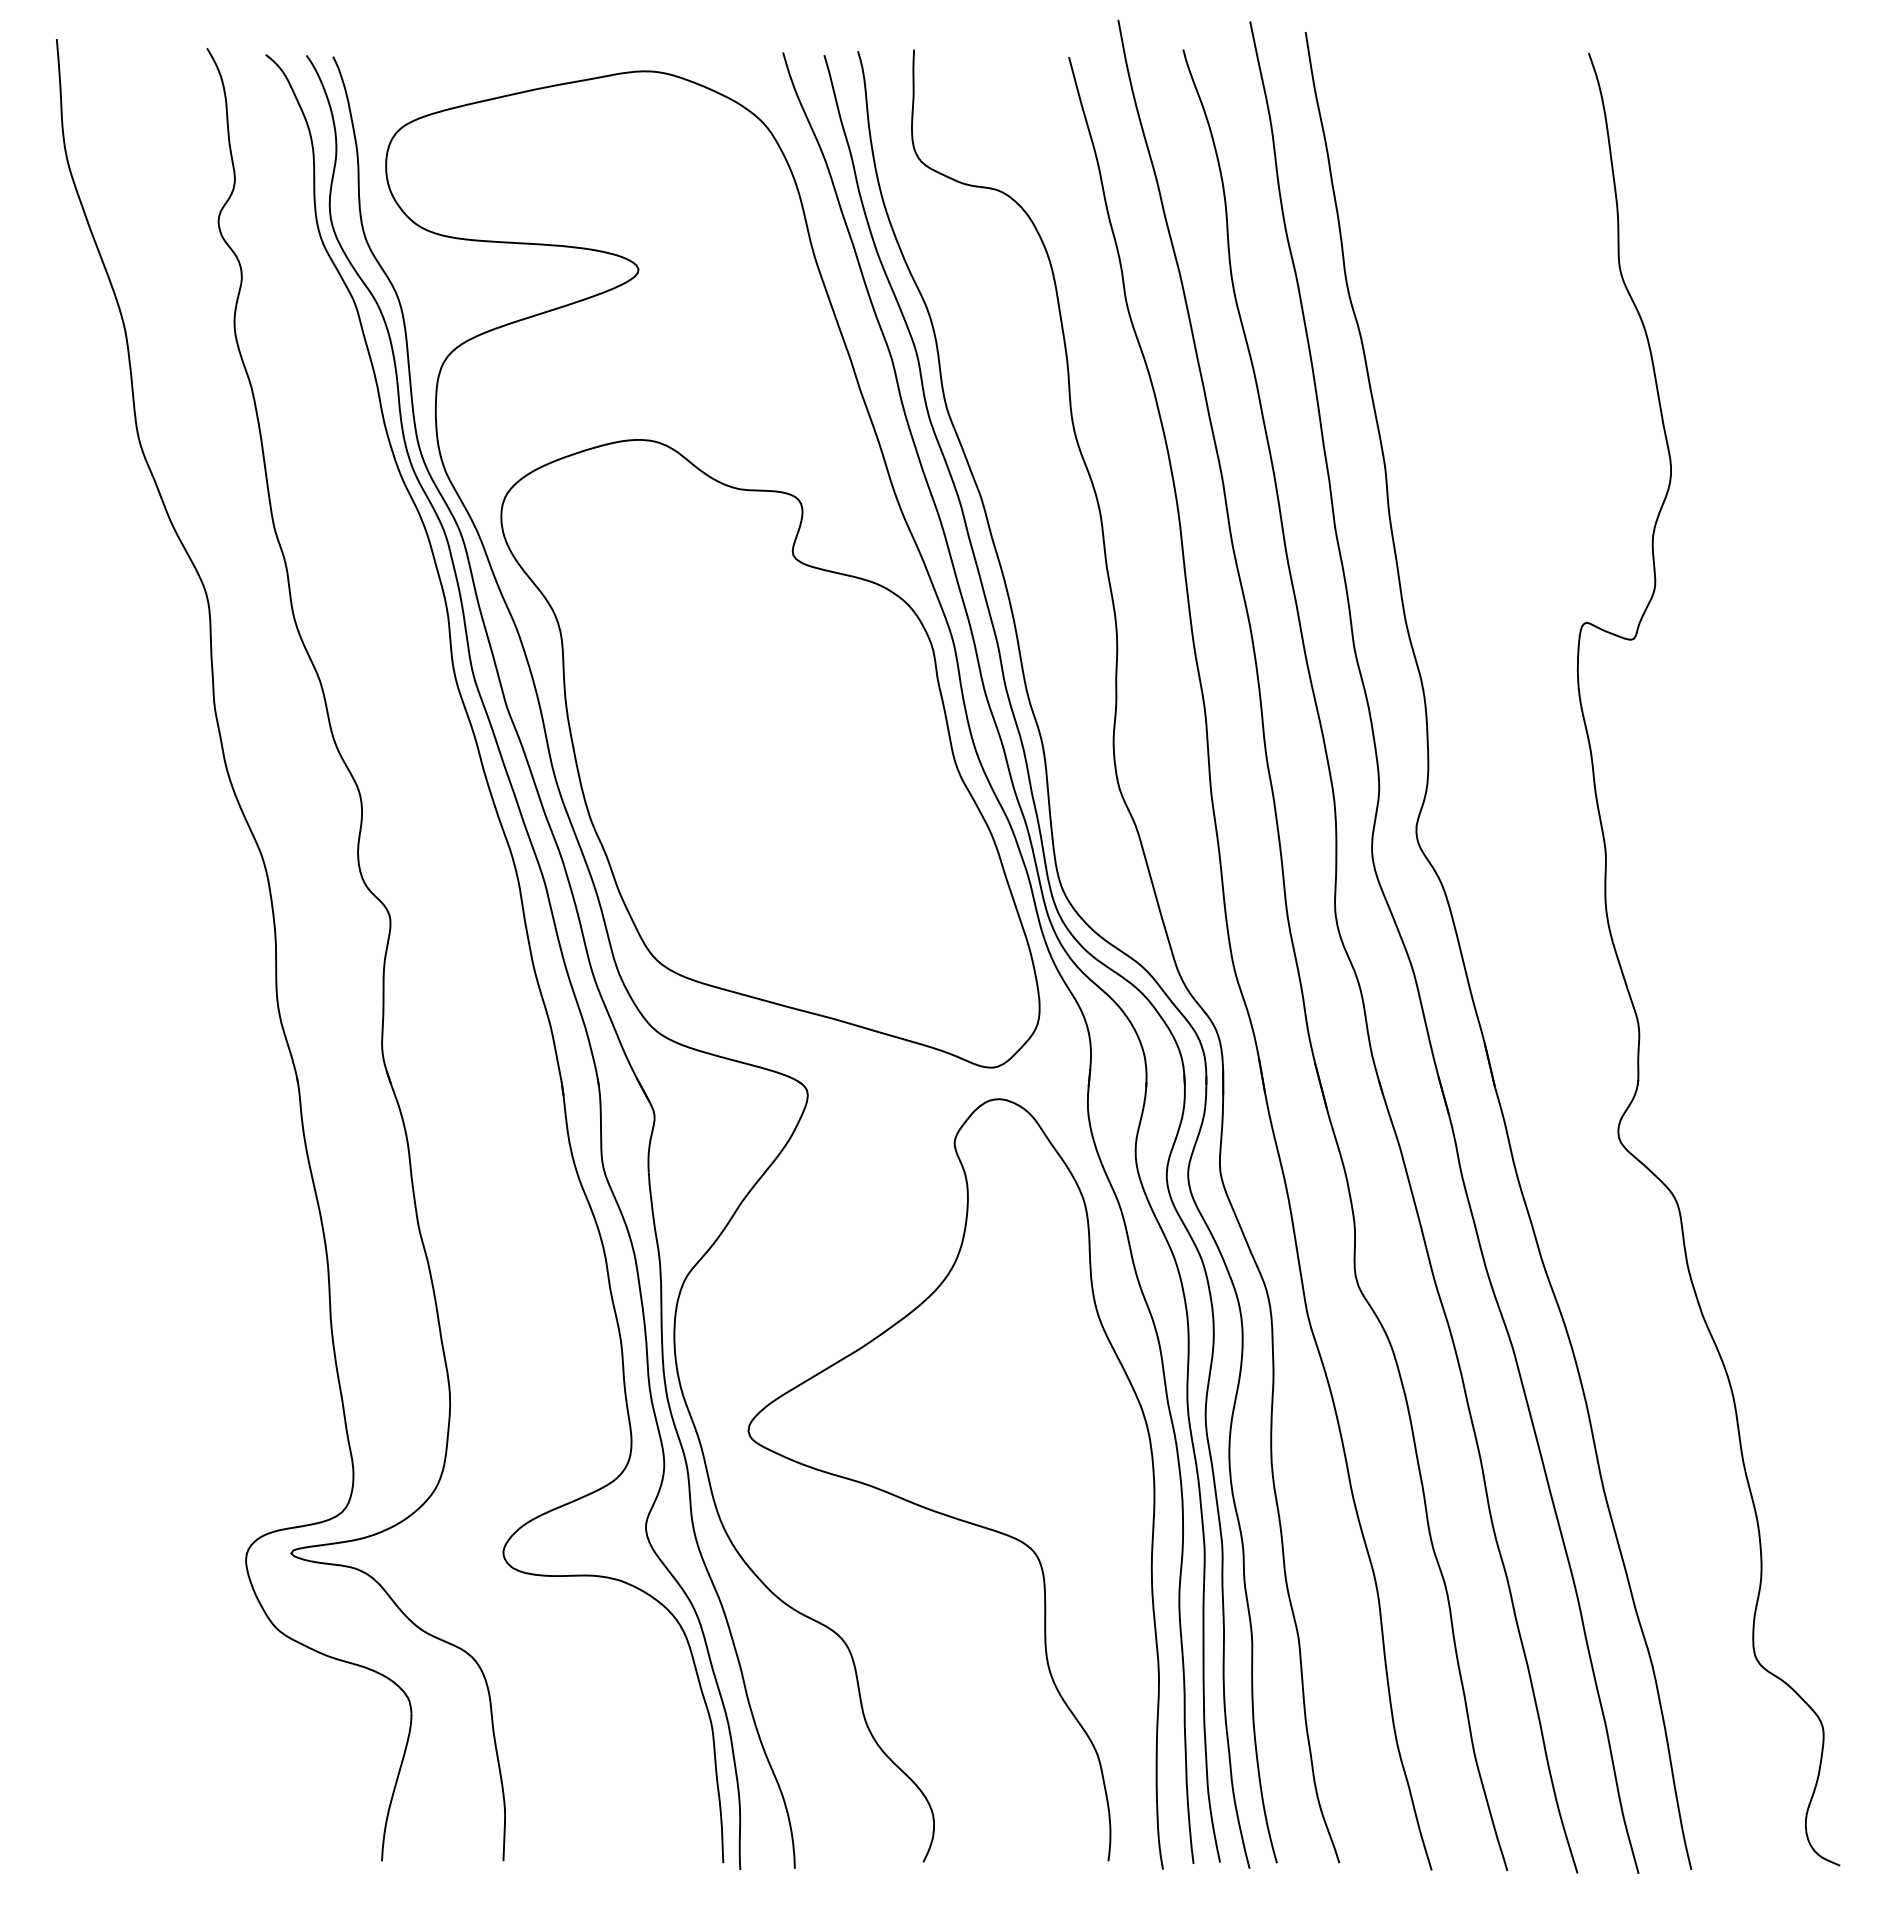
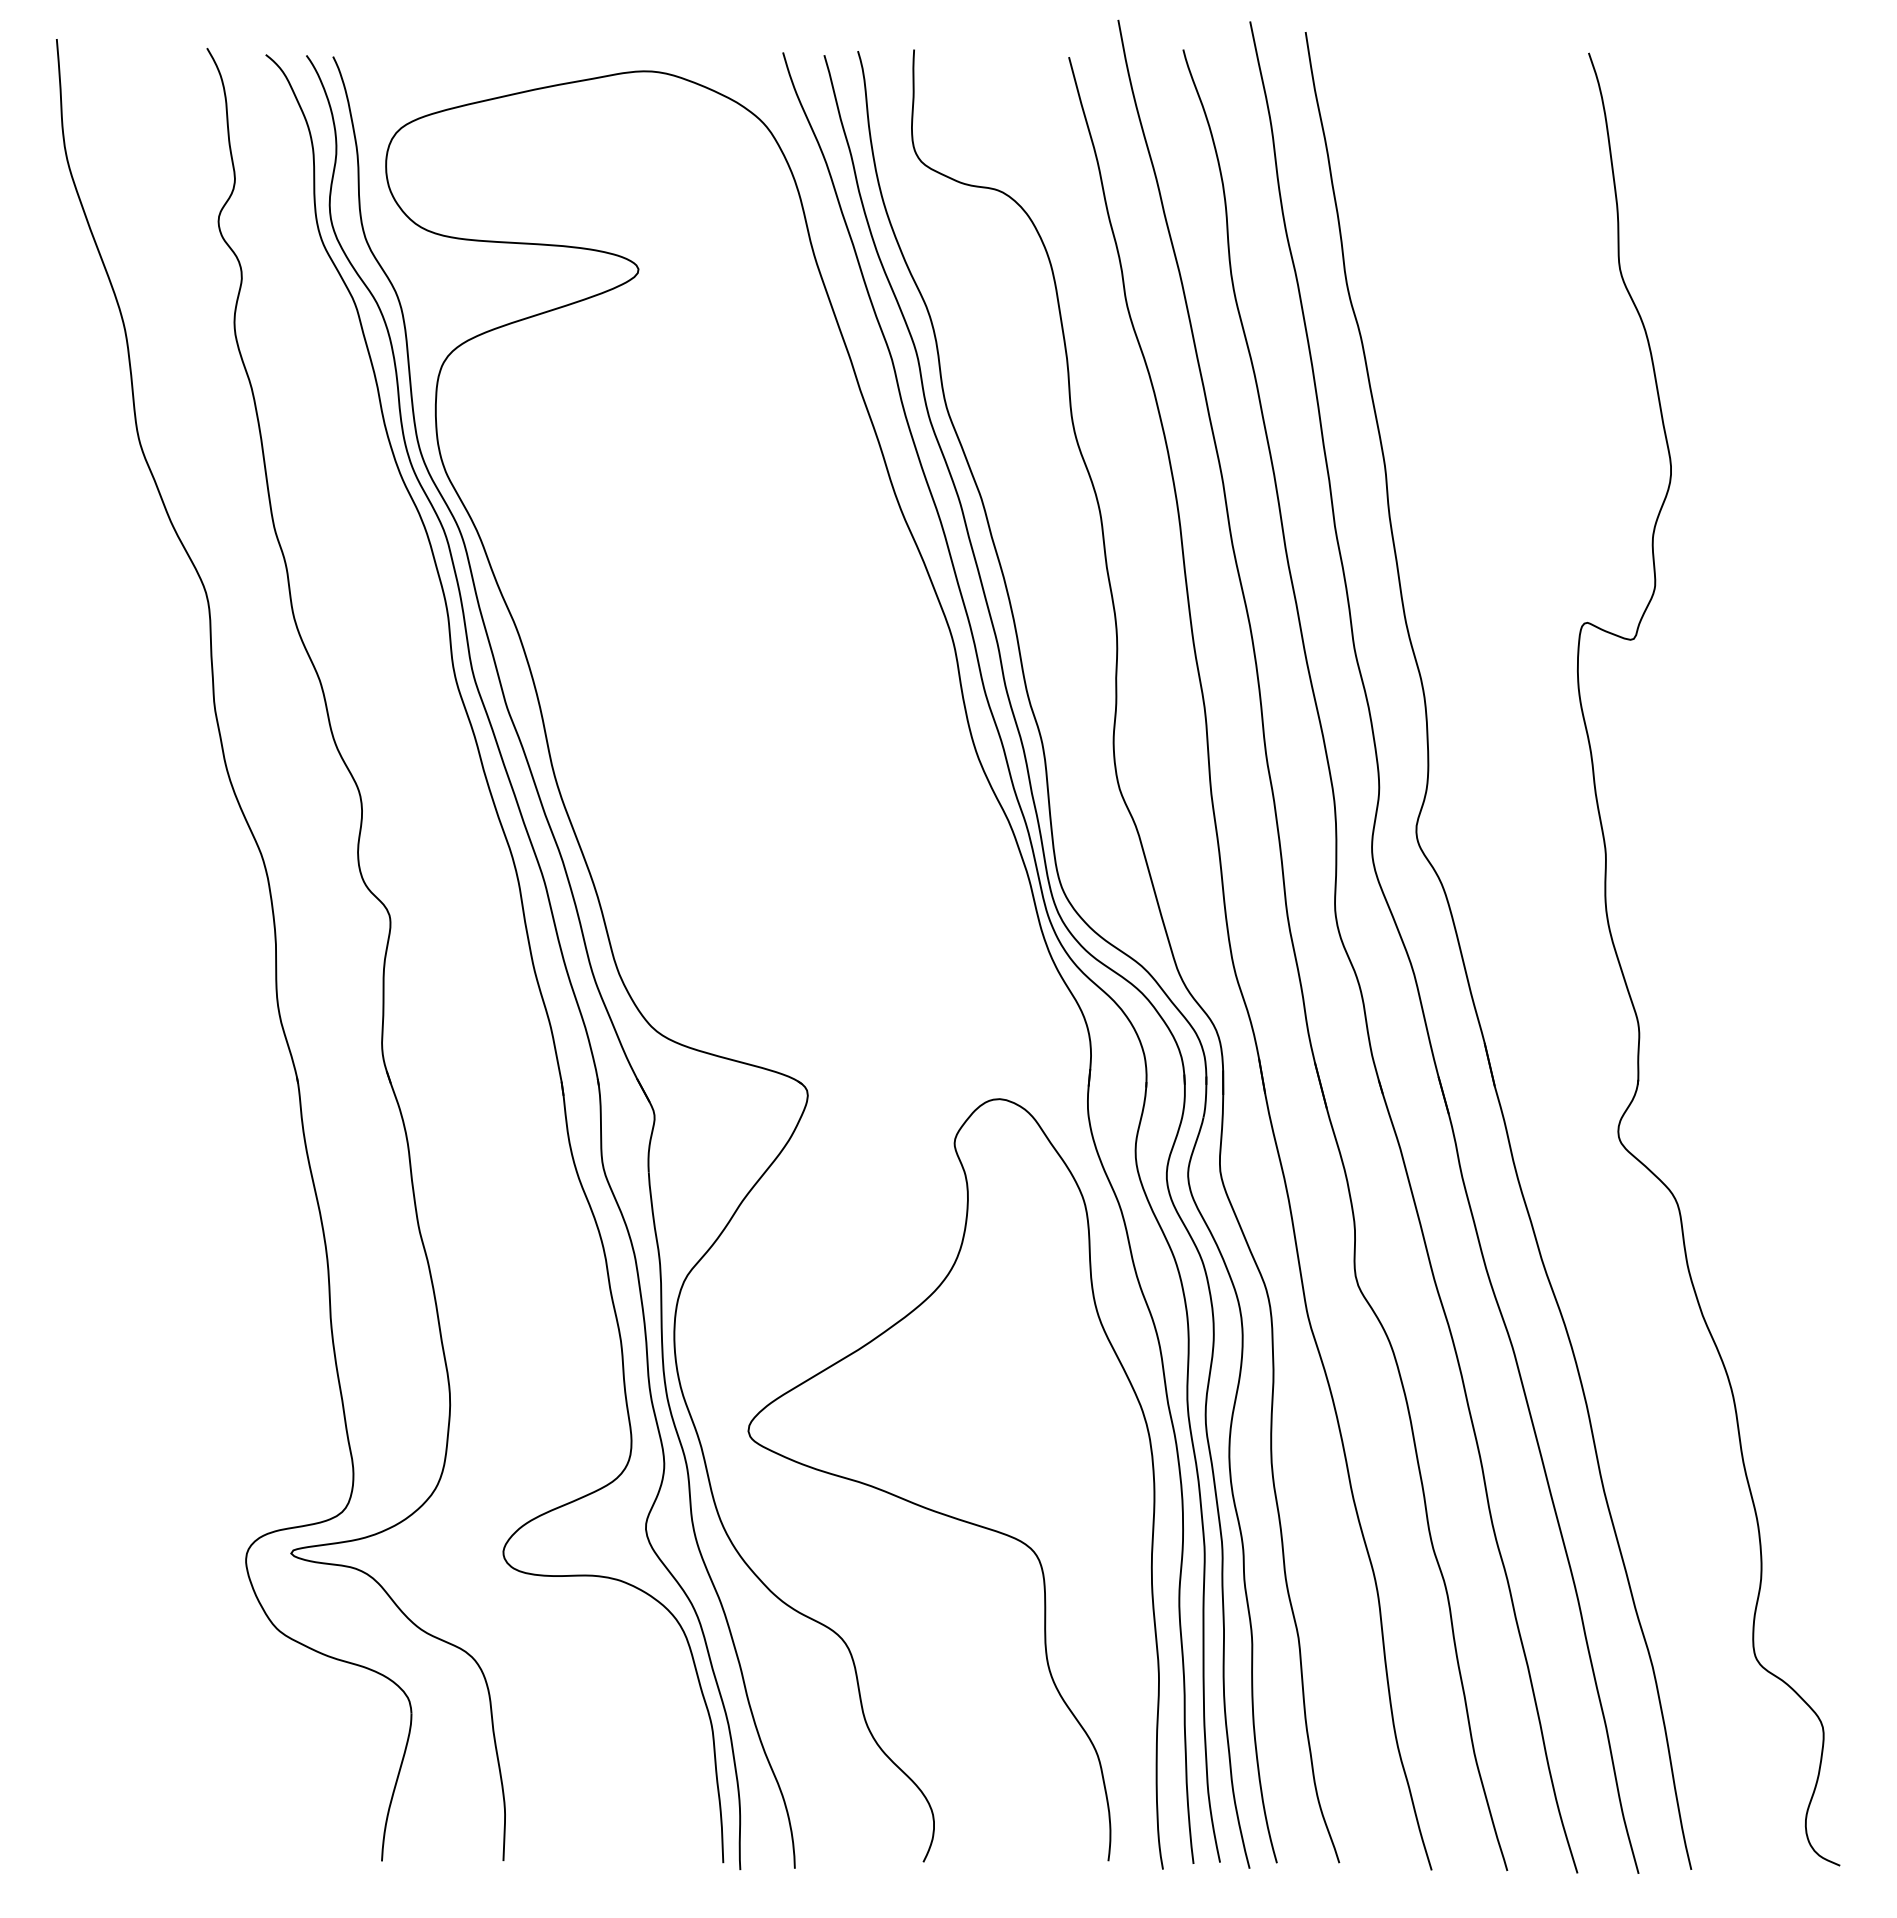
part at (770, 753): present -> none
